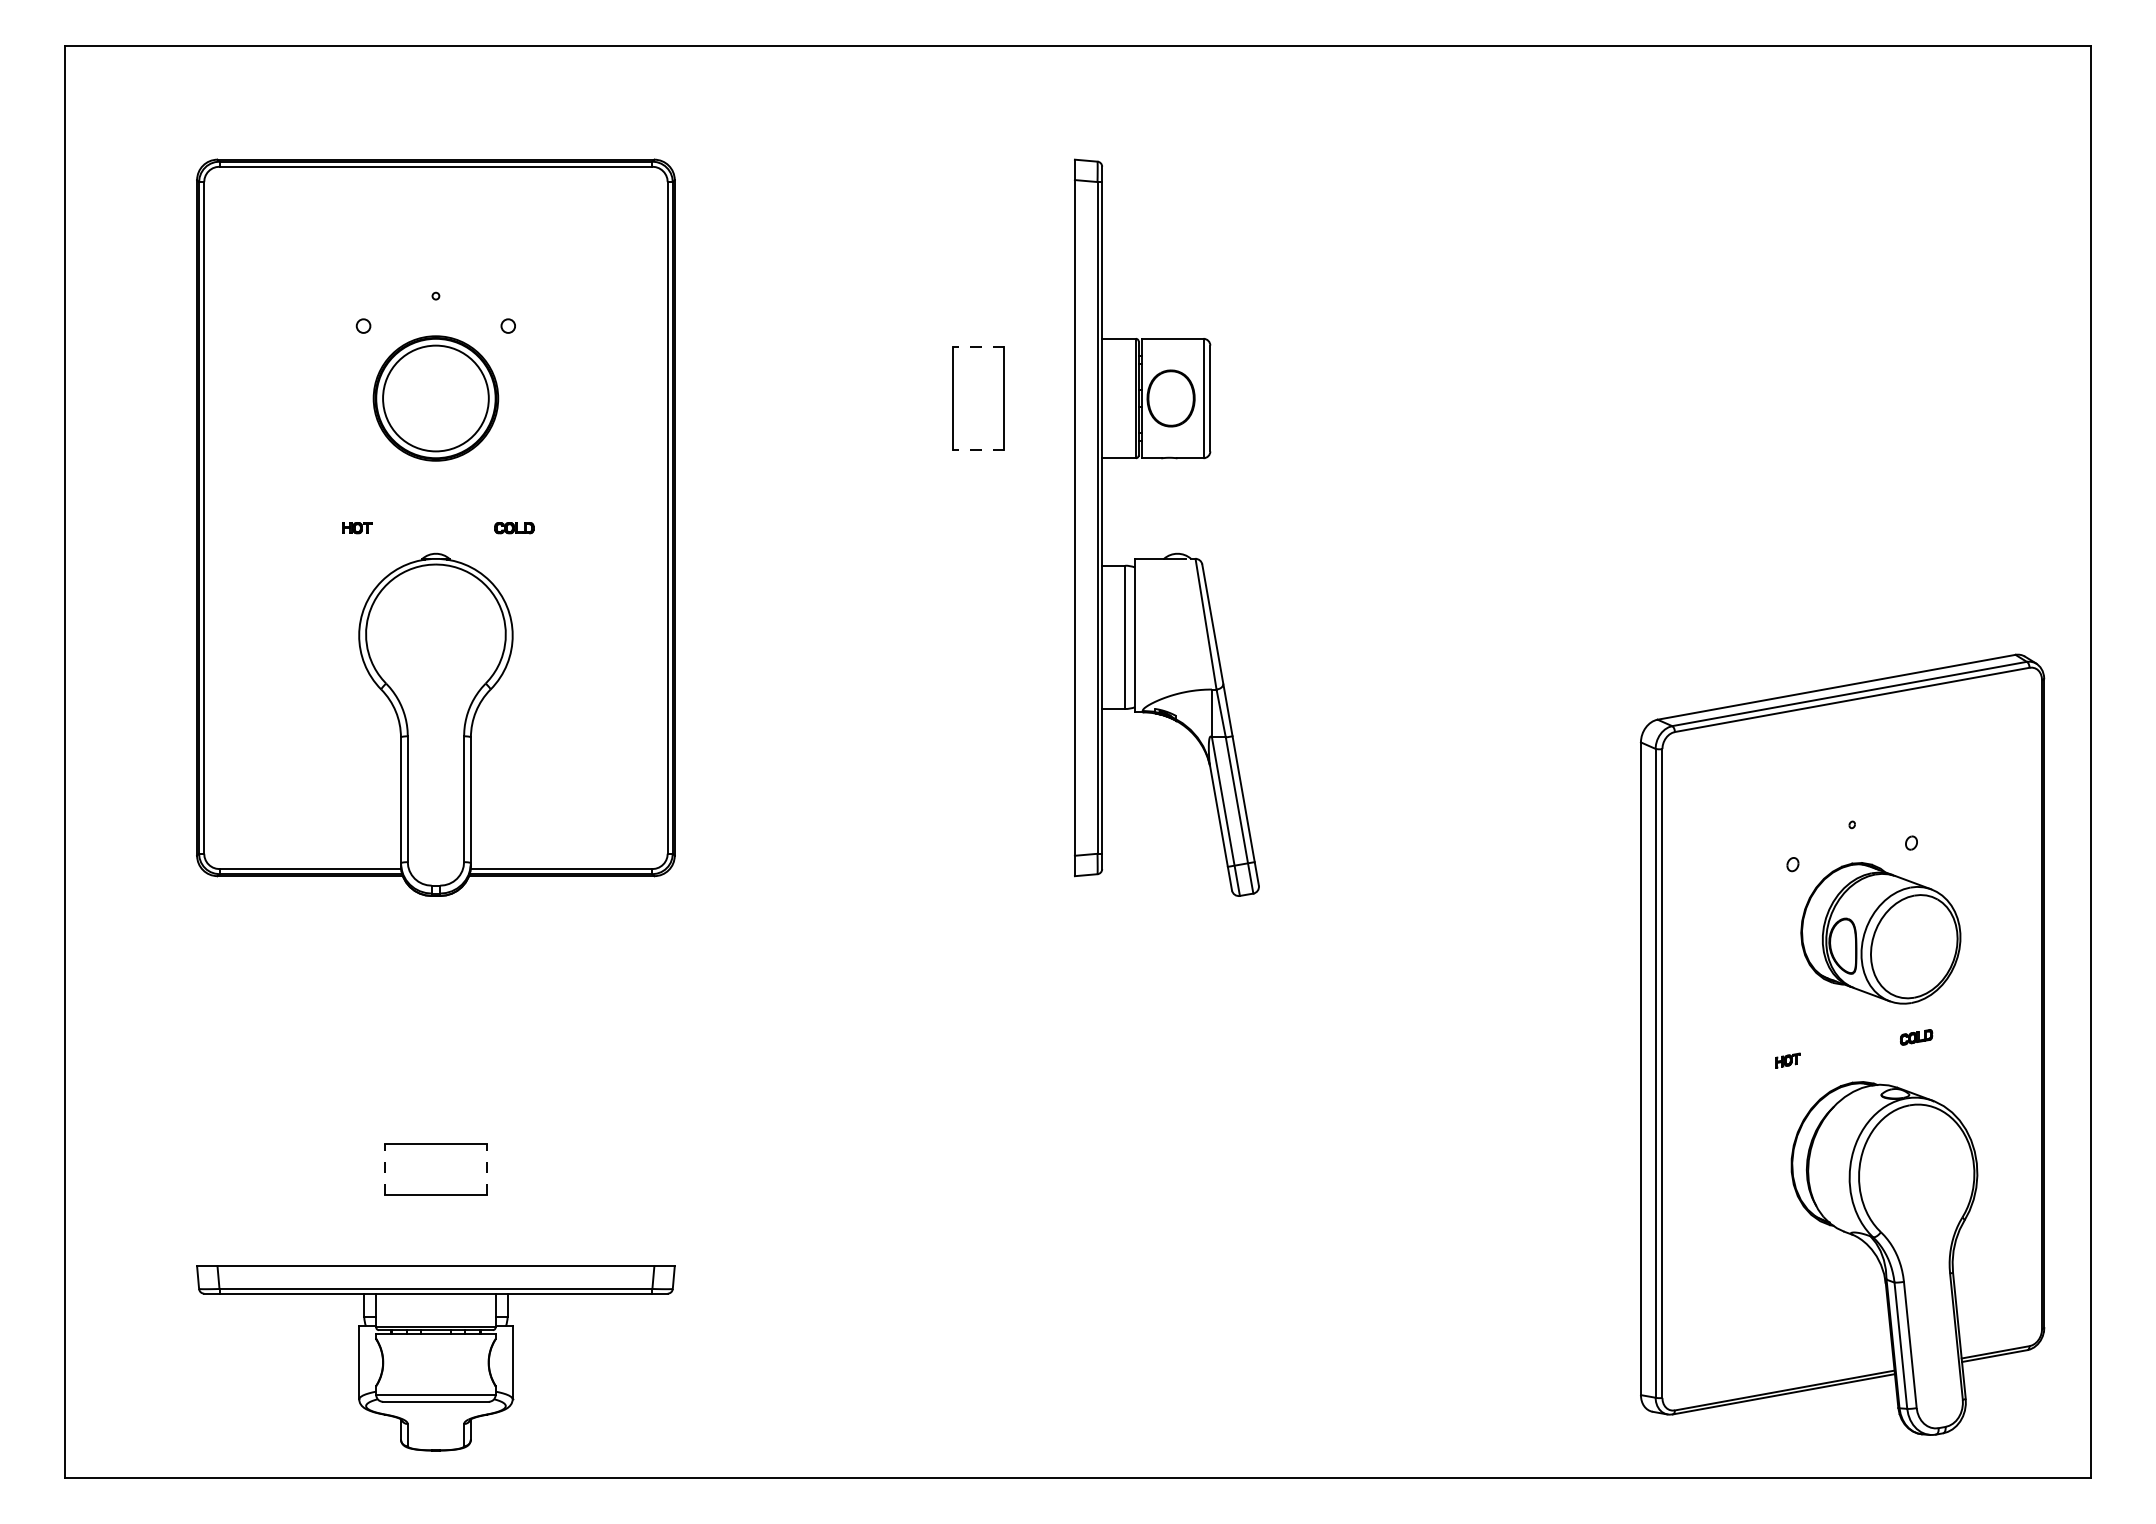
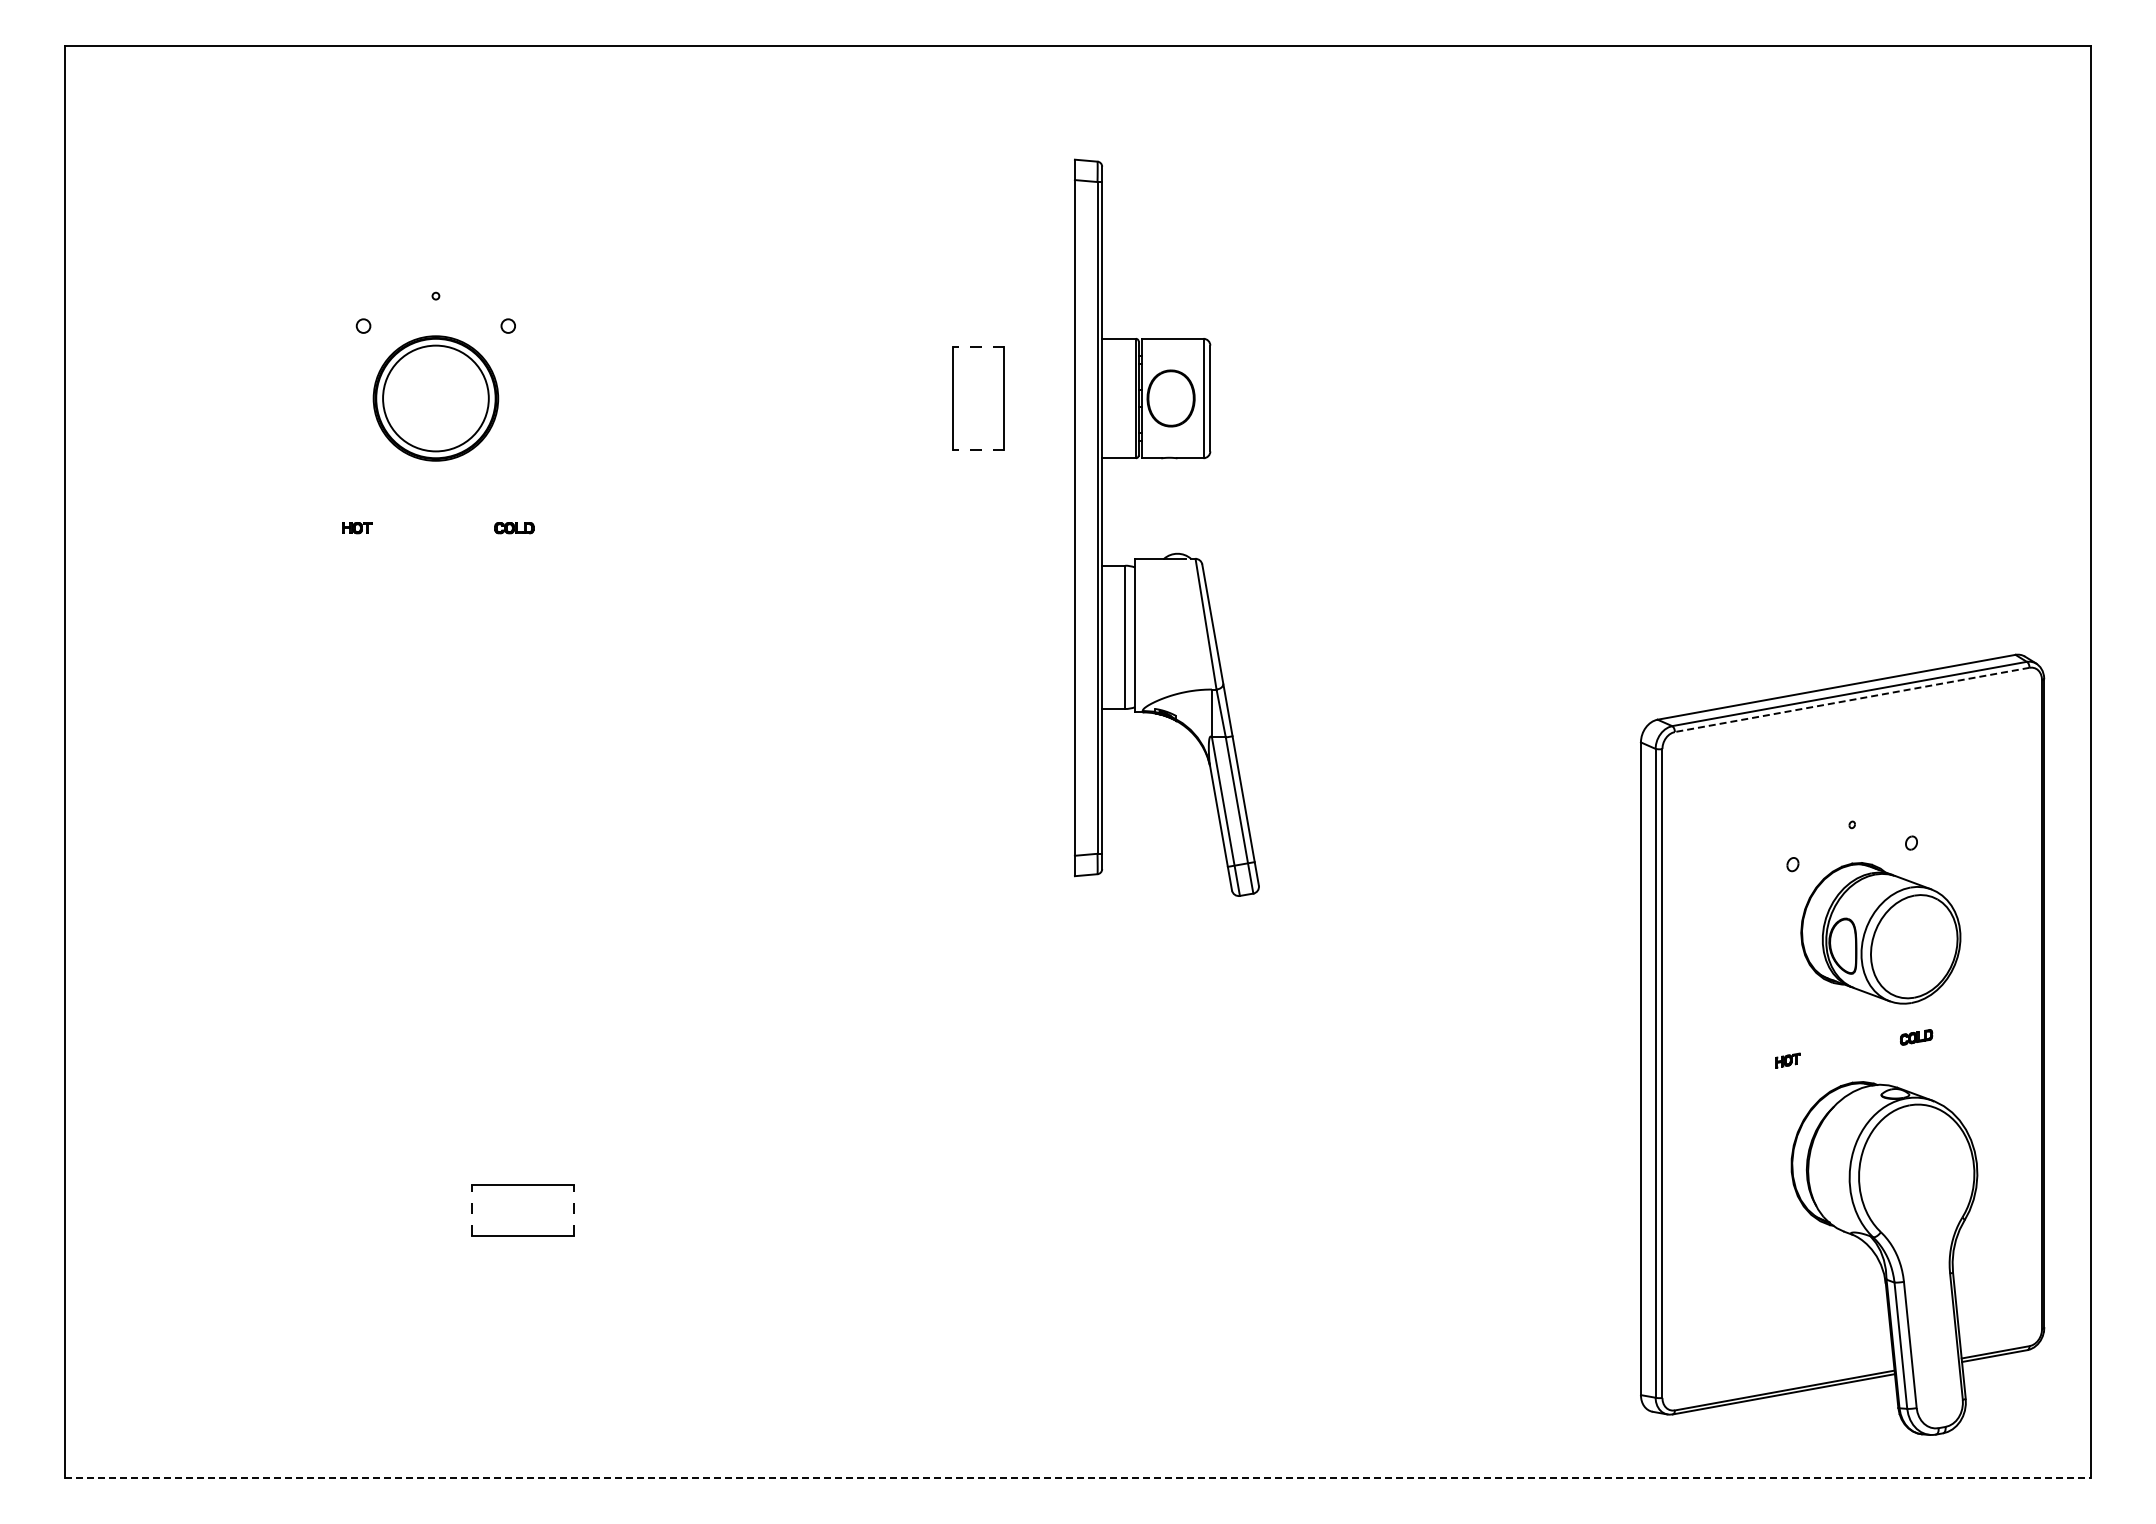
part at (435, 527): present -> none
line at (1851, 700): solid -> dashed
part at (435, 1144) position: (435, 1144) -> (522, 1185)
part at (435, 1358): present -> none
line at (1078, 1478): solid -> dashed
